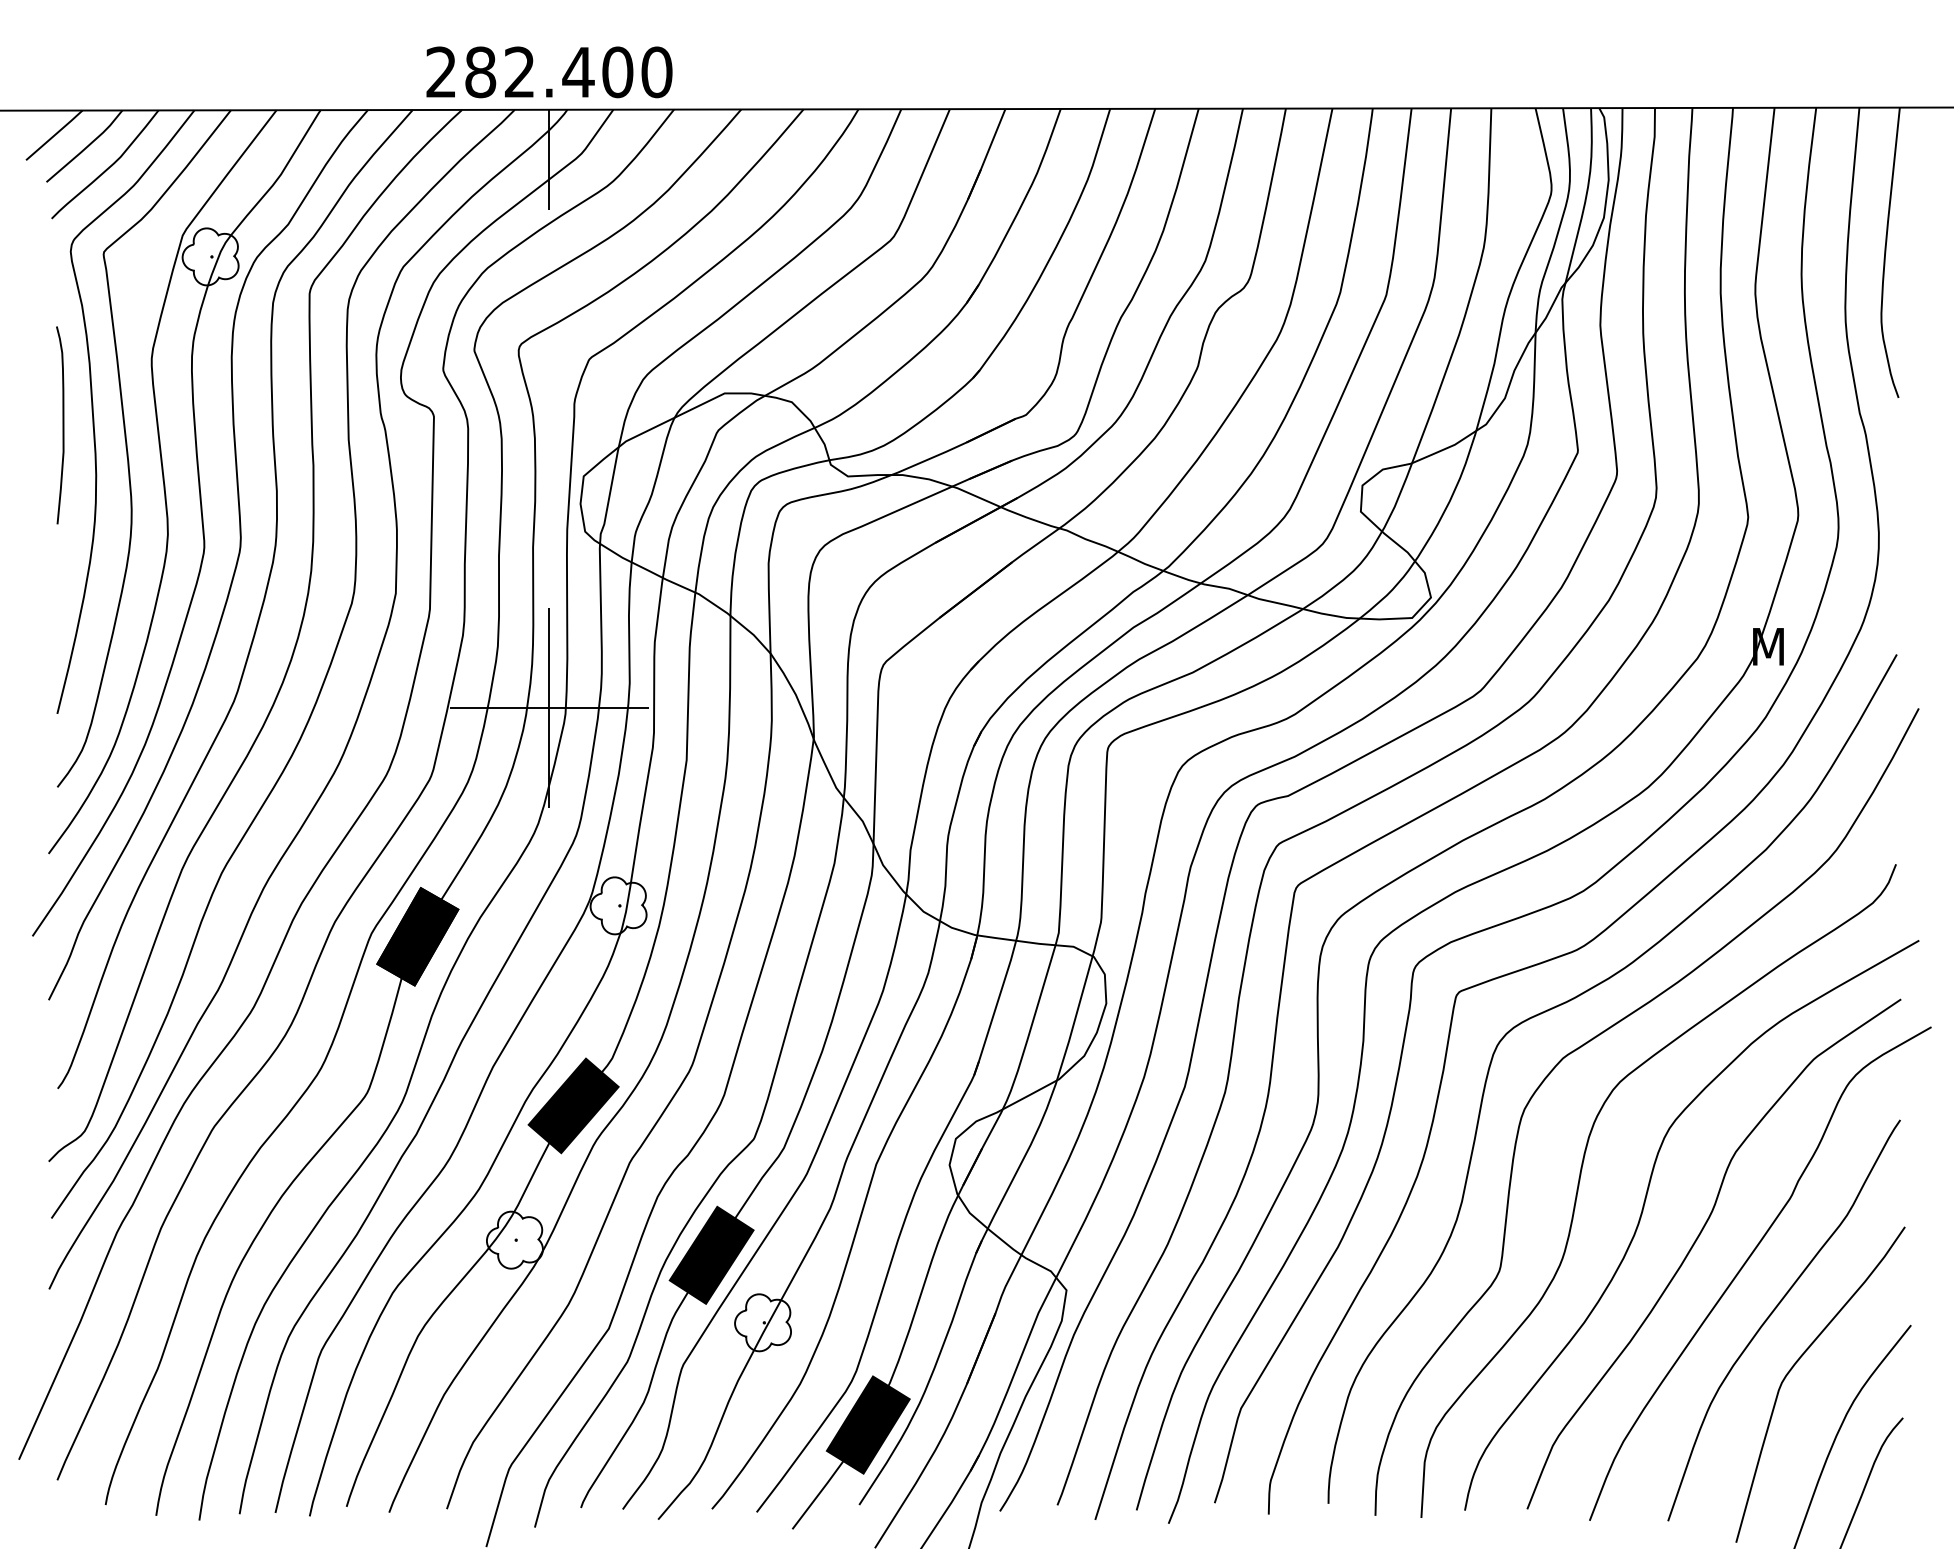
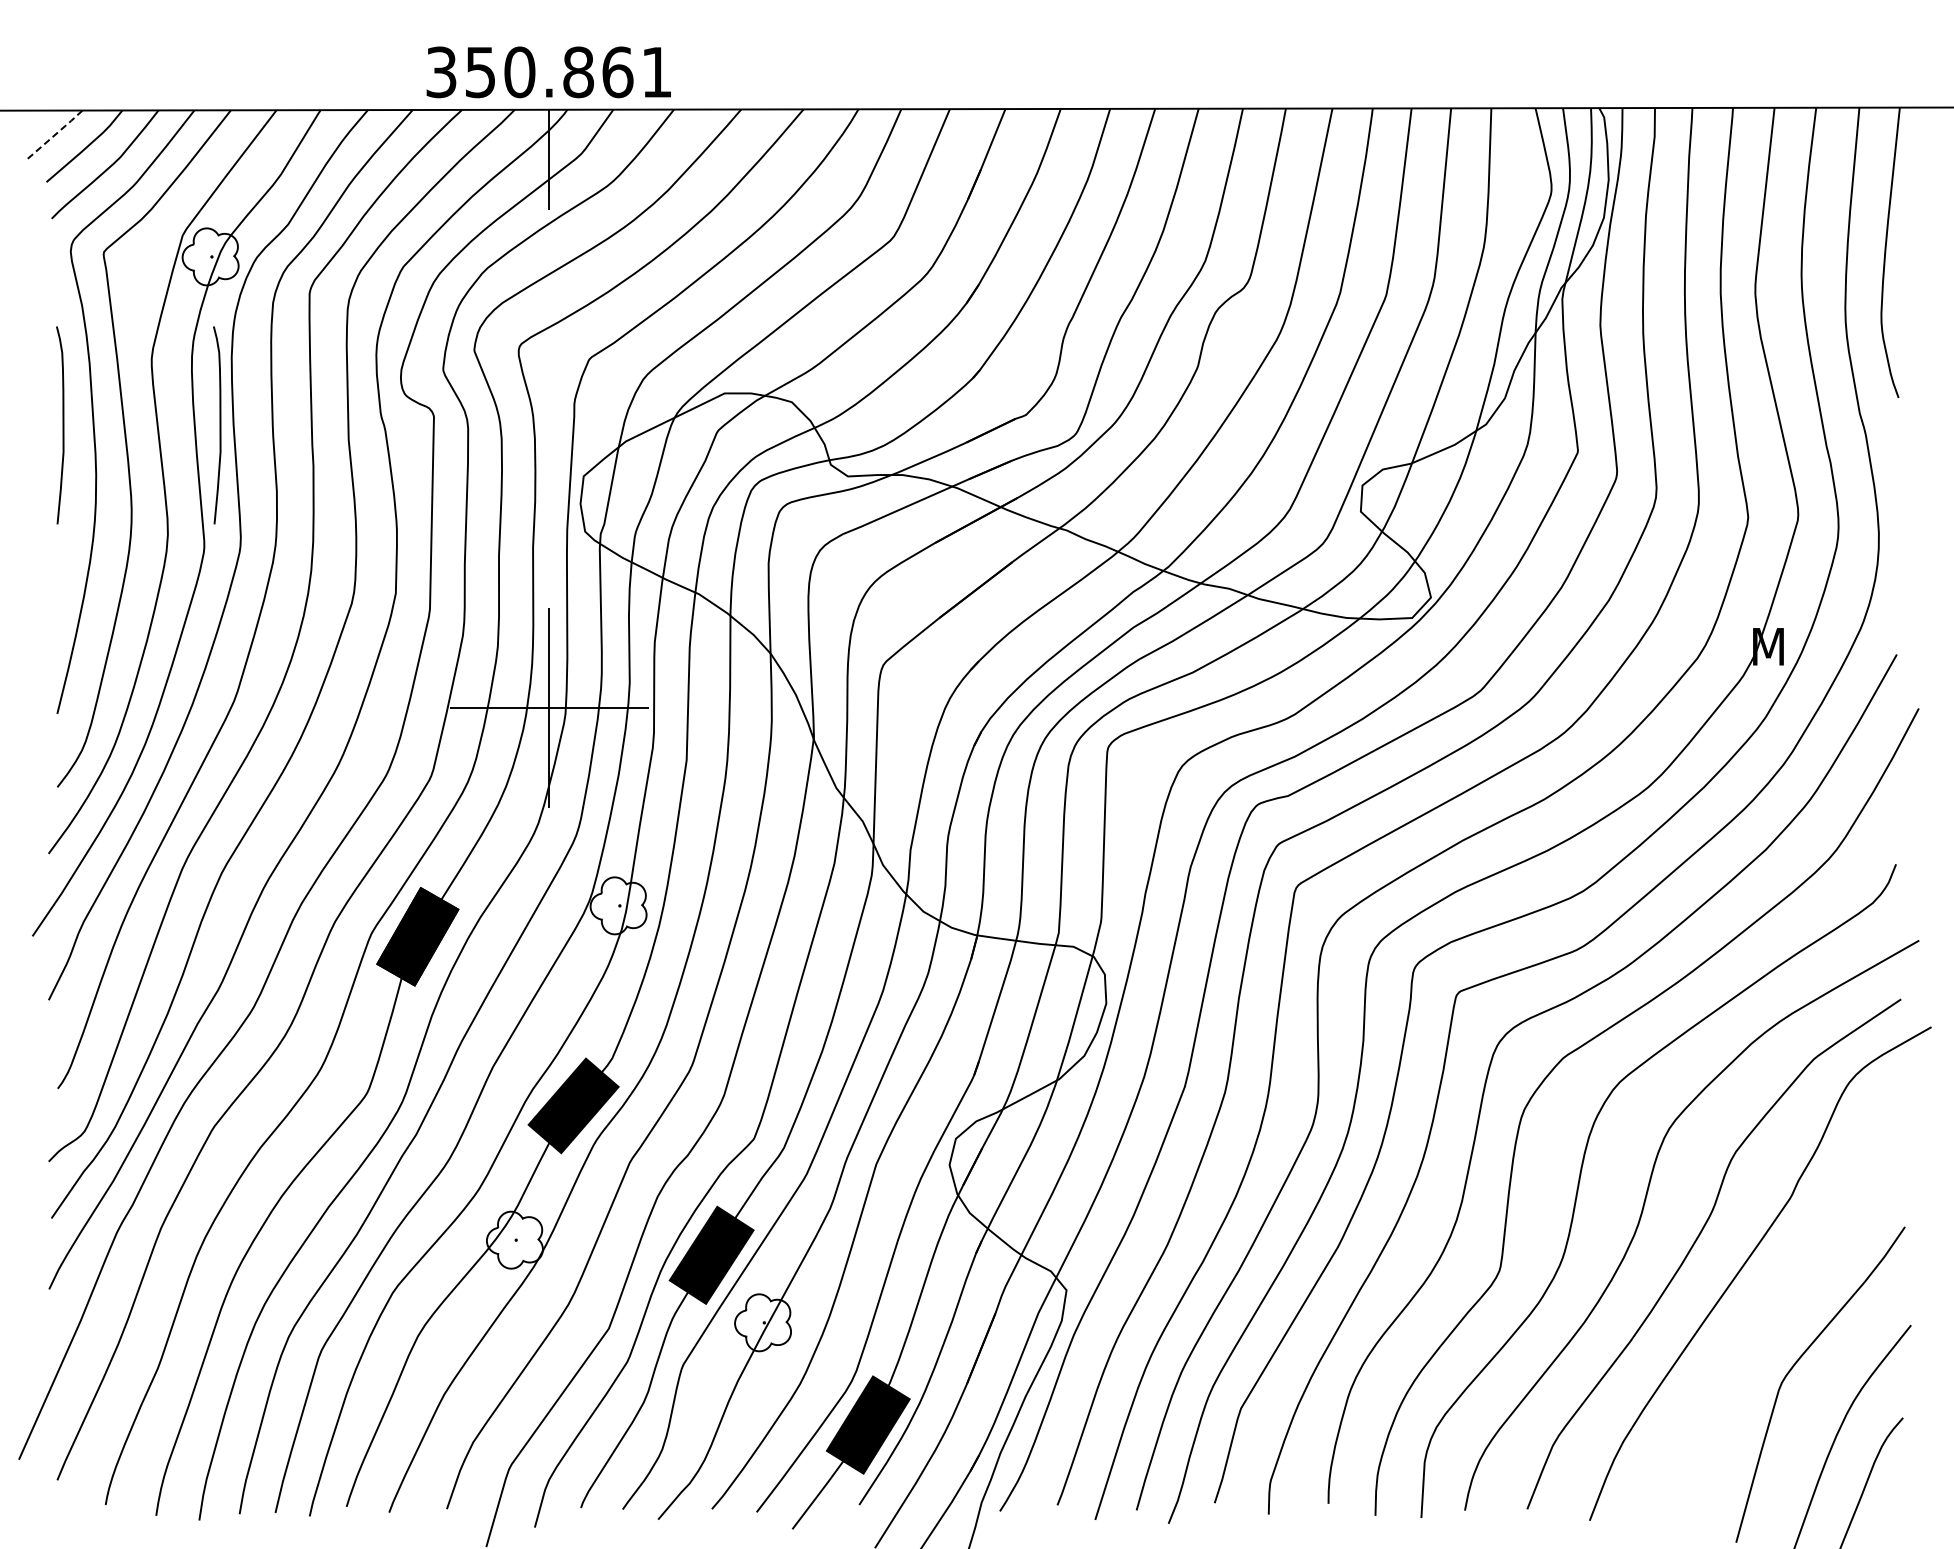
text at (549, 72): 282.400 -> 350.861
line at (54, 135): solid -> dashed
curve at (219, 425): none -> present
curve at (1774, 1311): present -> none
